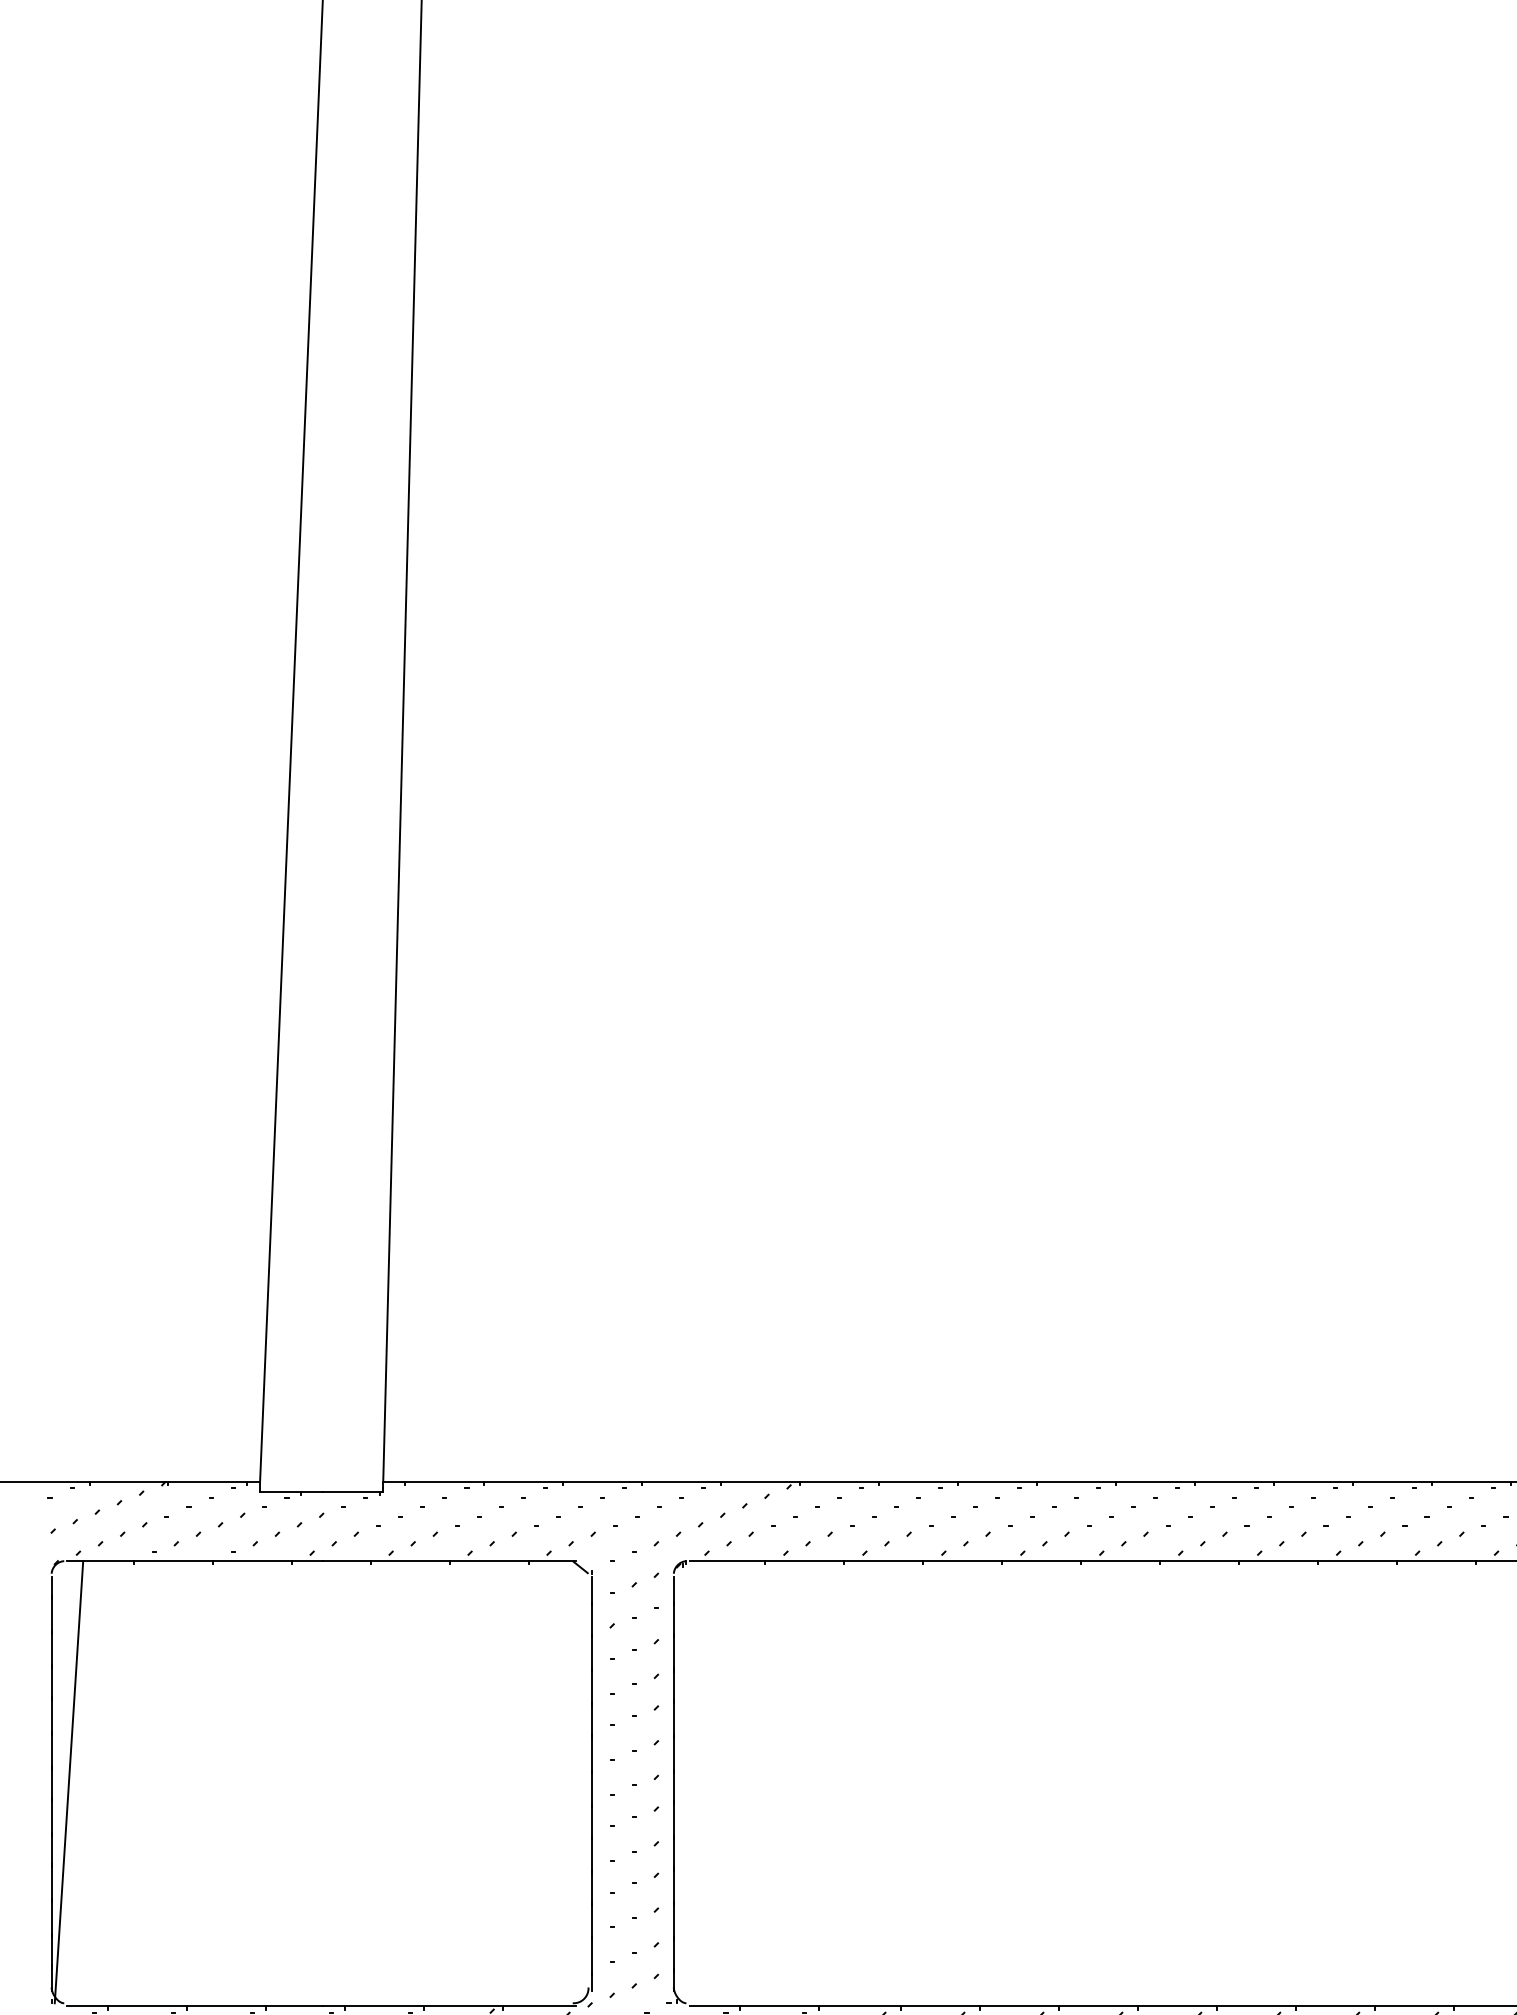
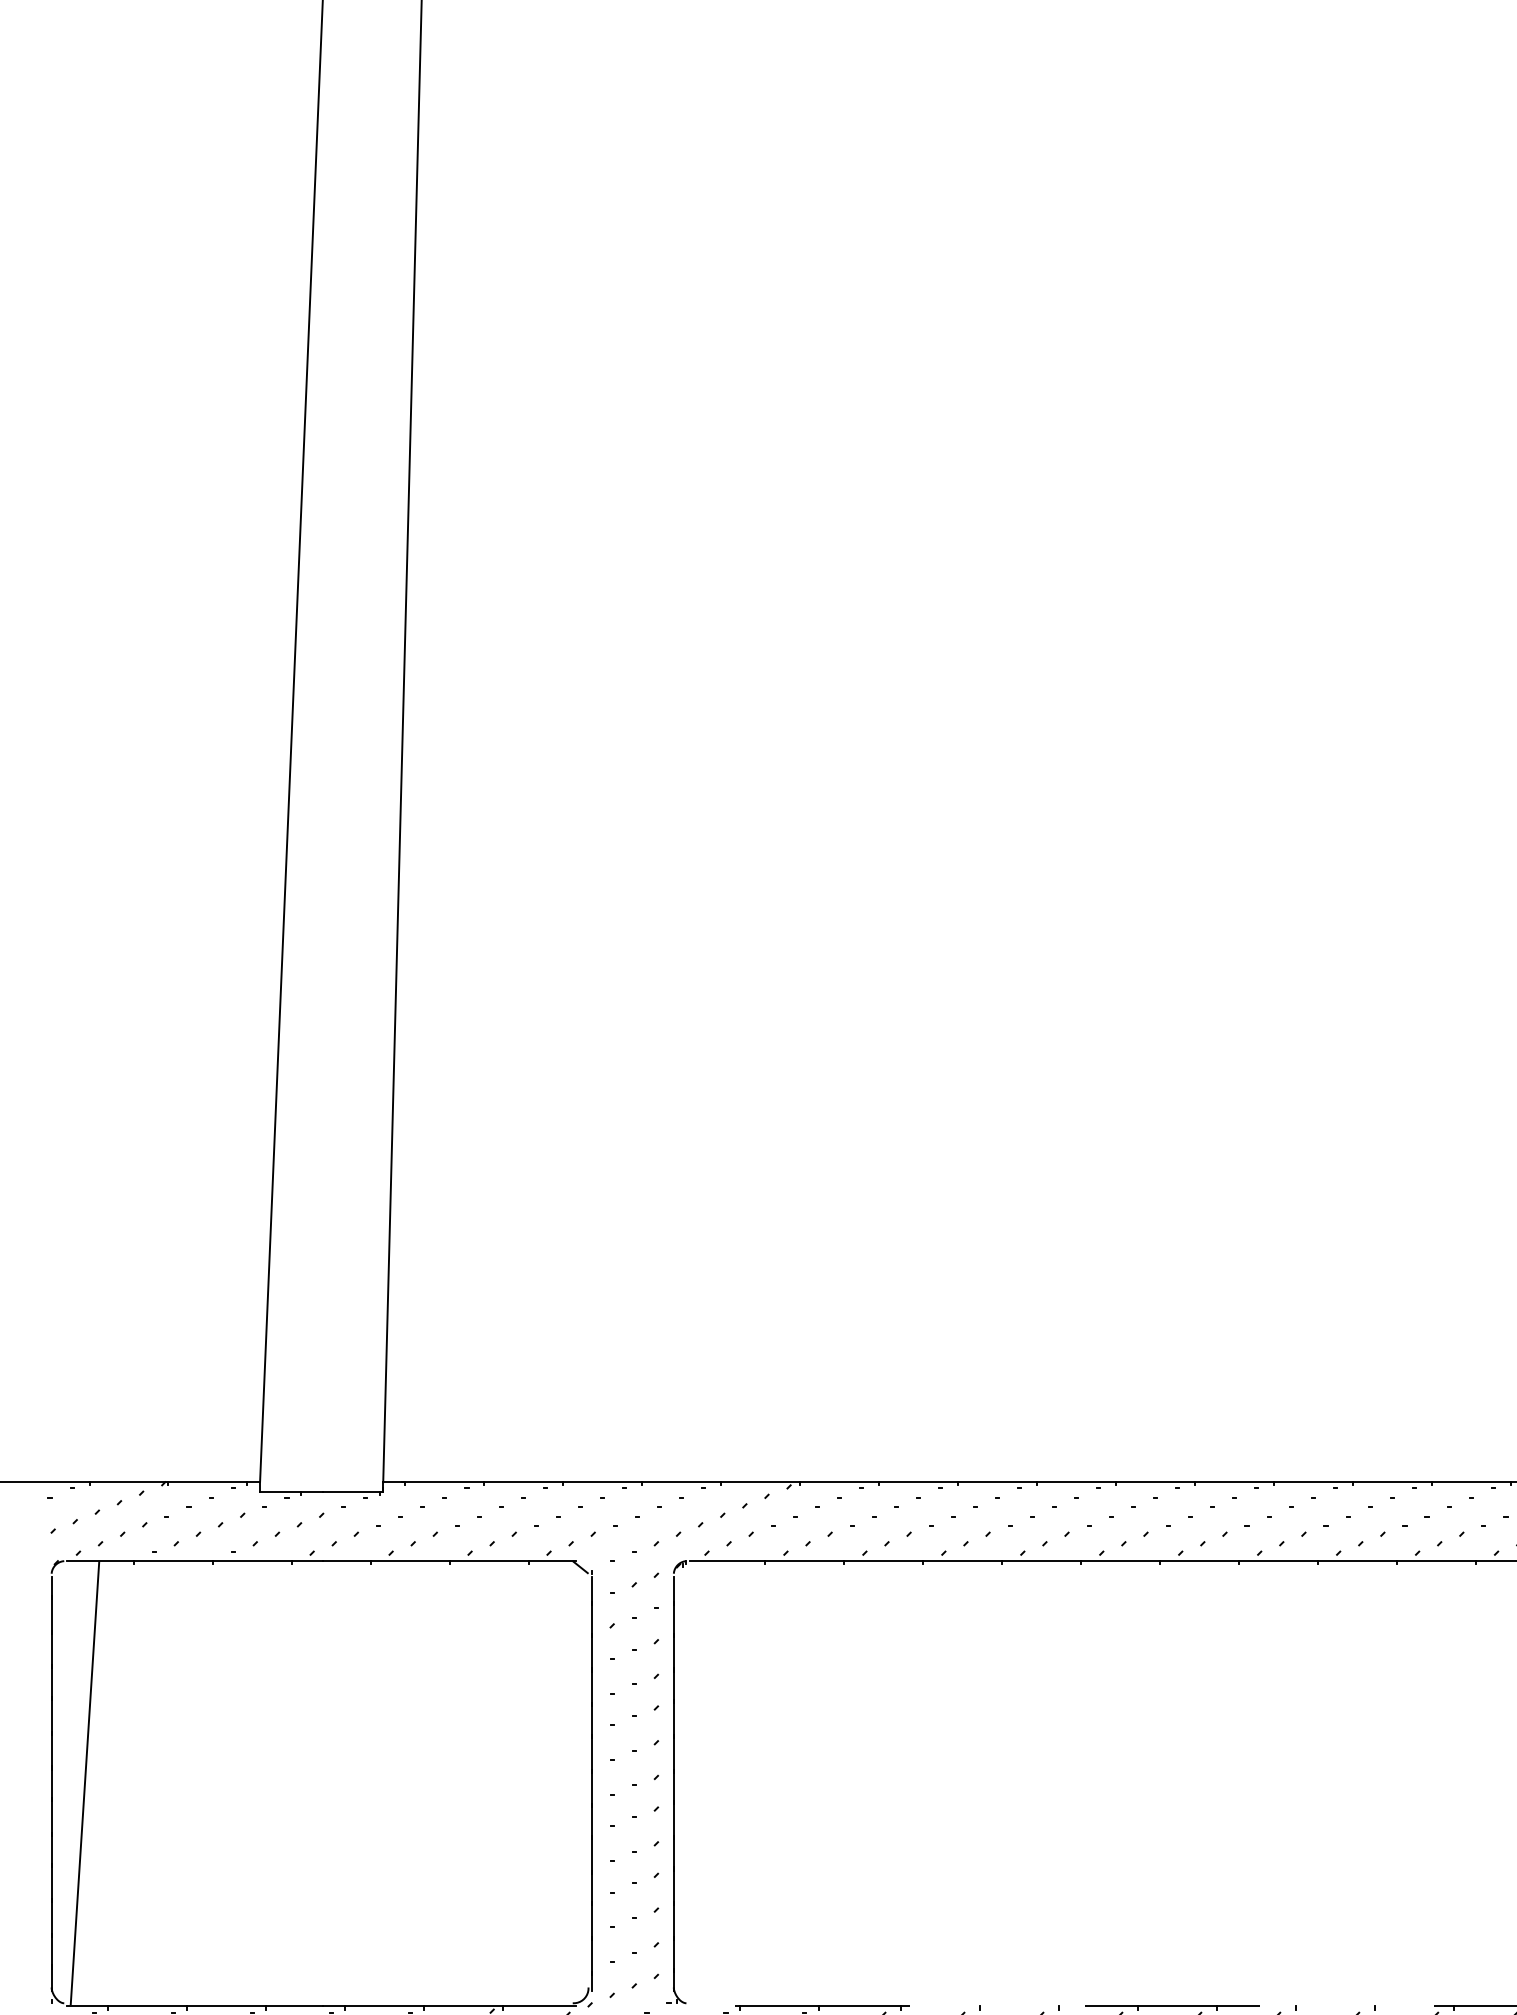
line at (68, 1782) position: (68, 1782) -> (84, 1783)
line at (1102, 2006): solid -> dashed
